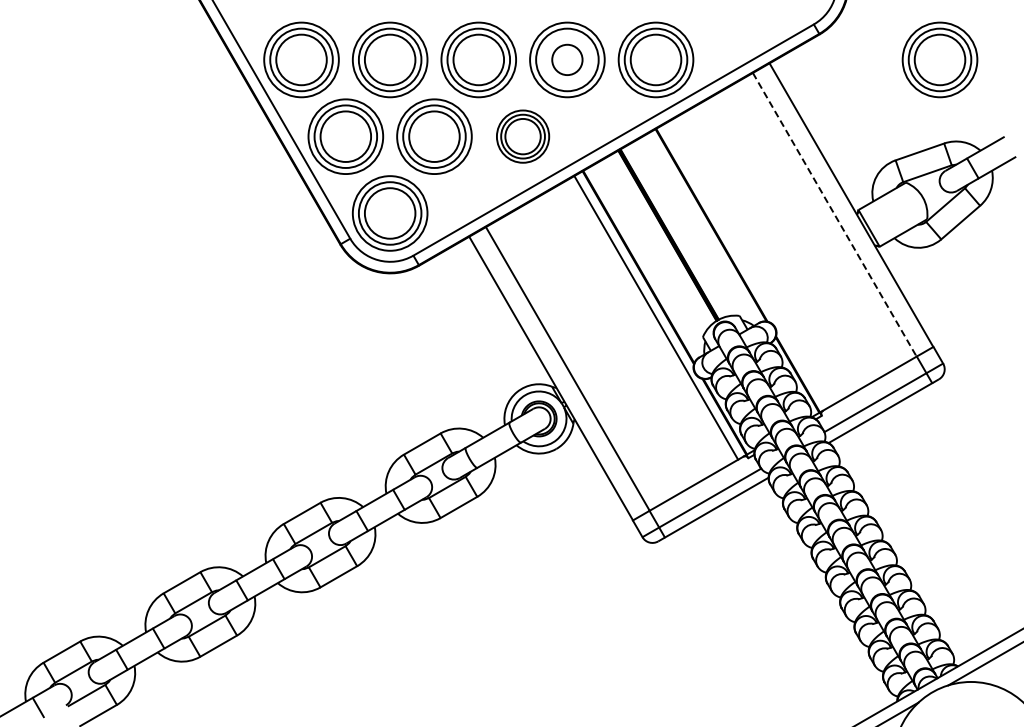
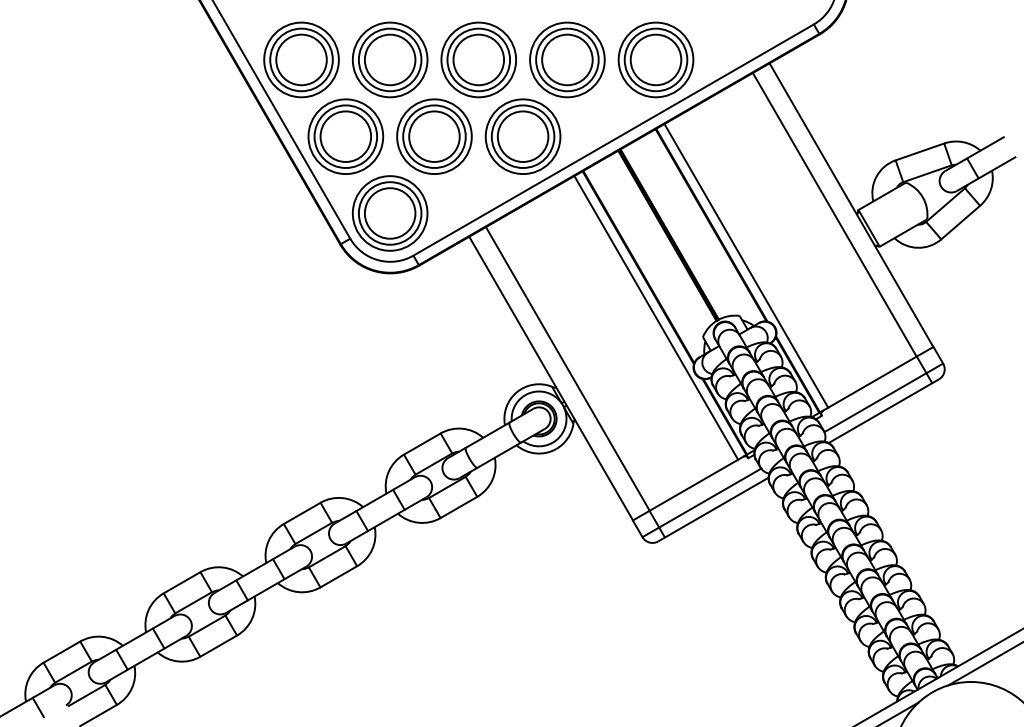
circle at (567, 59) diameter: 30 px -> 51 px
part at (939, 59): present -> none
part at (523, 136) size: 55x55 px -> 78x77 px
line at (834, 214): dashed -> solid
line at (746, 265): none -> present
